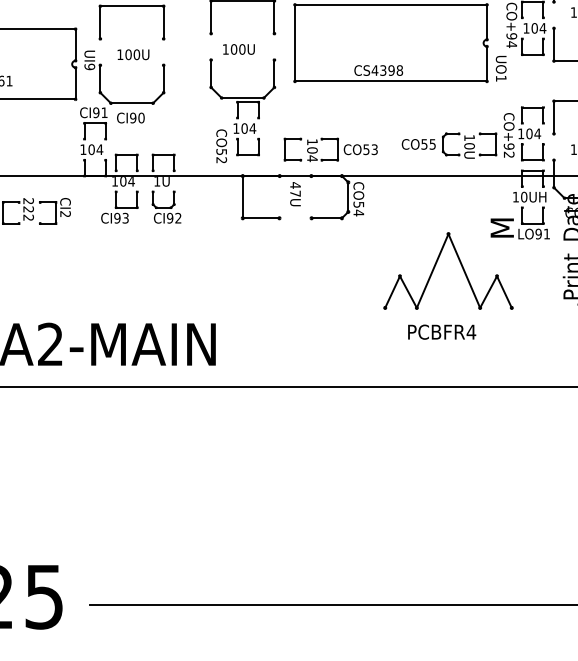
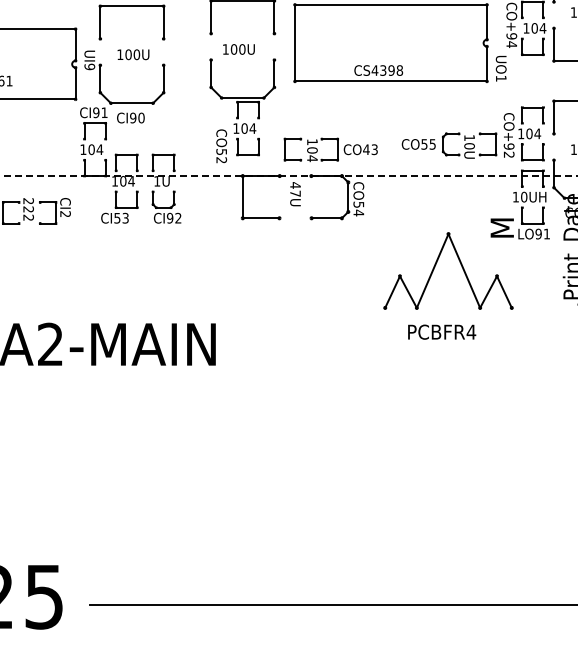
text at (366, 149): CO53 -> CO43
line at (289, 176): solid -> dashed
text at (117, 217): CI93 -> CI53
line at (288, 387): present -> none
